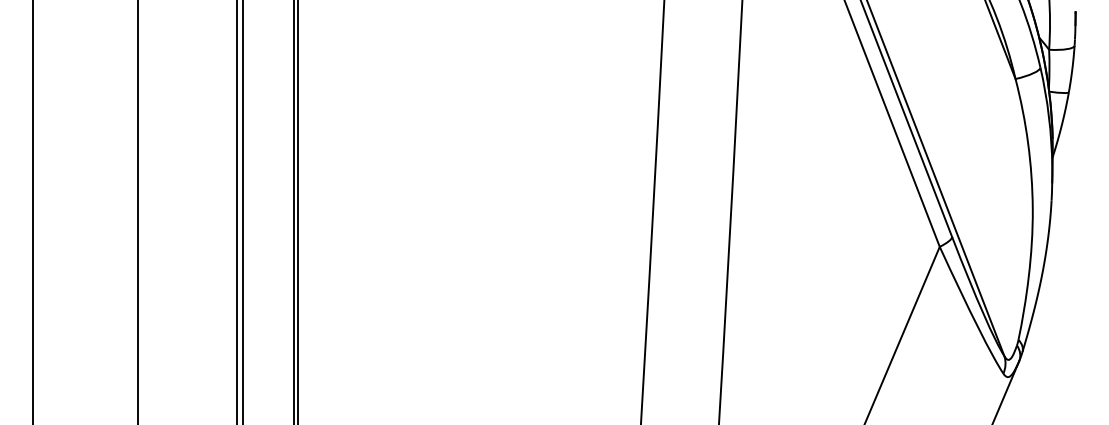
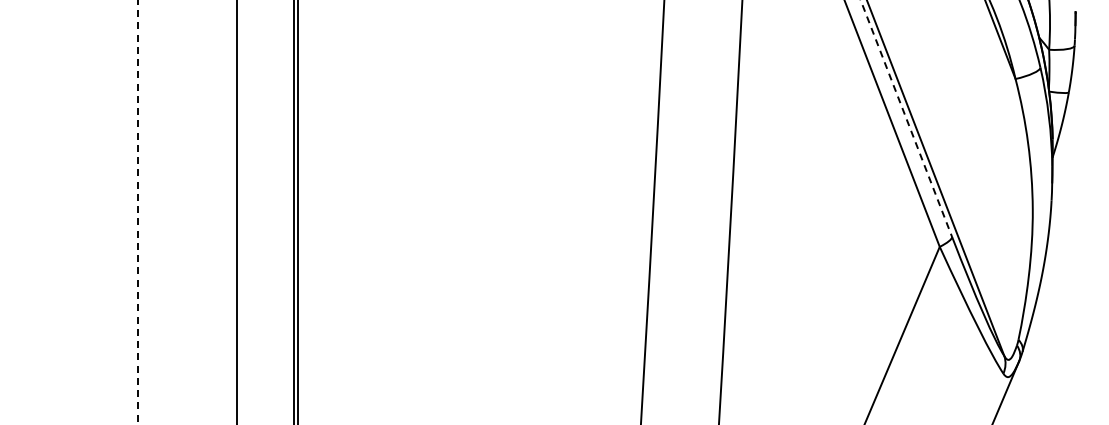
line at (906, 118): solid -> dashed
line at (33, 211): present -> none
line at (243, 211): present -> none
line at (138, 212): solid -> dashed
